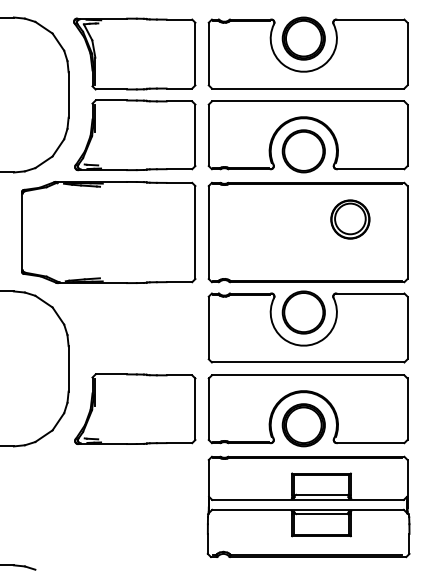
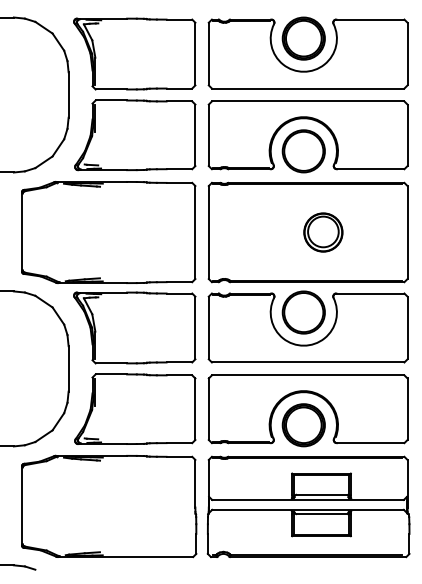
part at (350, 219) position: (350, 219) -> (323, 232)
part at (134, 327): none -> present
part at (109, 506): none -> present
